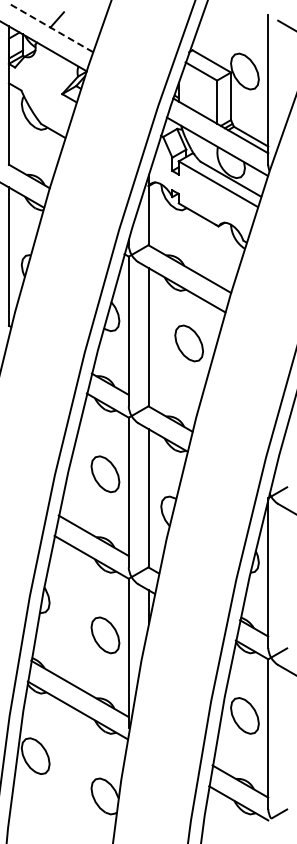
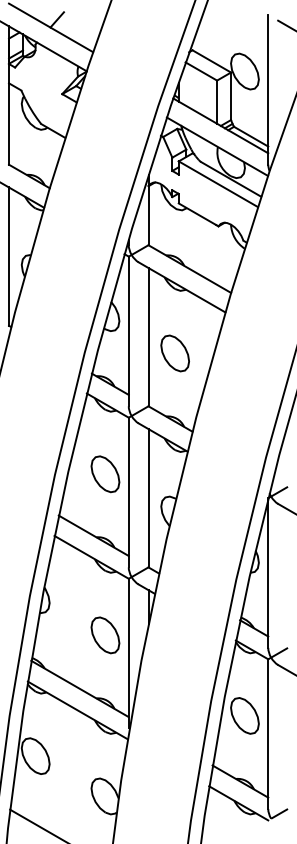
line at (51, 27): dashed -> solid
part at (188, 343) position: (188, 343) -> (174, 353)
line at (37, 824): none -> present
